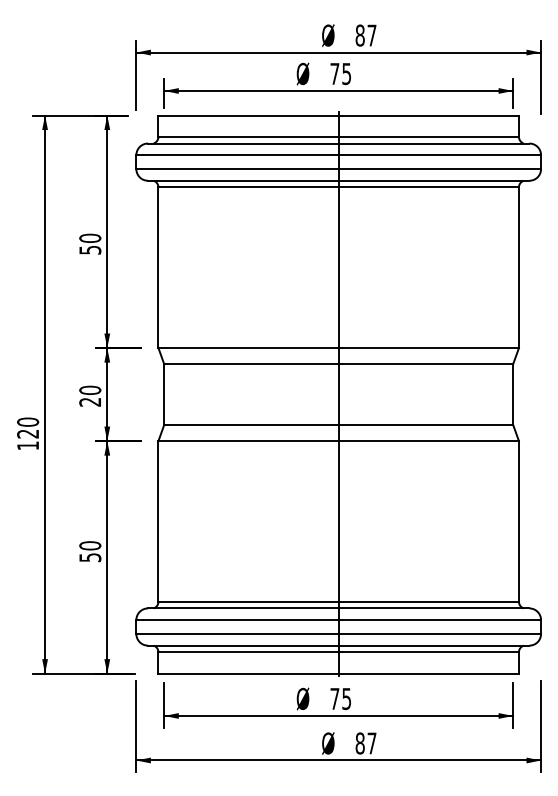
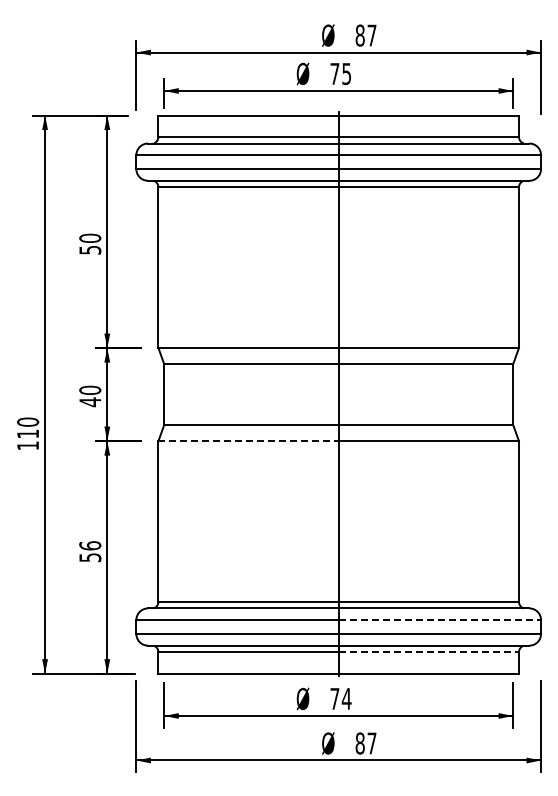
text at (89, 402): 20 -> 40
text at (27, 433): 120 -> 110
line at (249, 441): solid -> dashed
text at (90, 545): 50 -> 56
line at (440, 620): solid -> dashed
line at (429, 652): solid -> dashed
text at (346, 699): 75 -> 74
